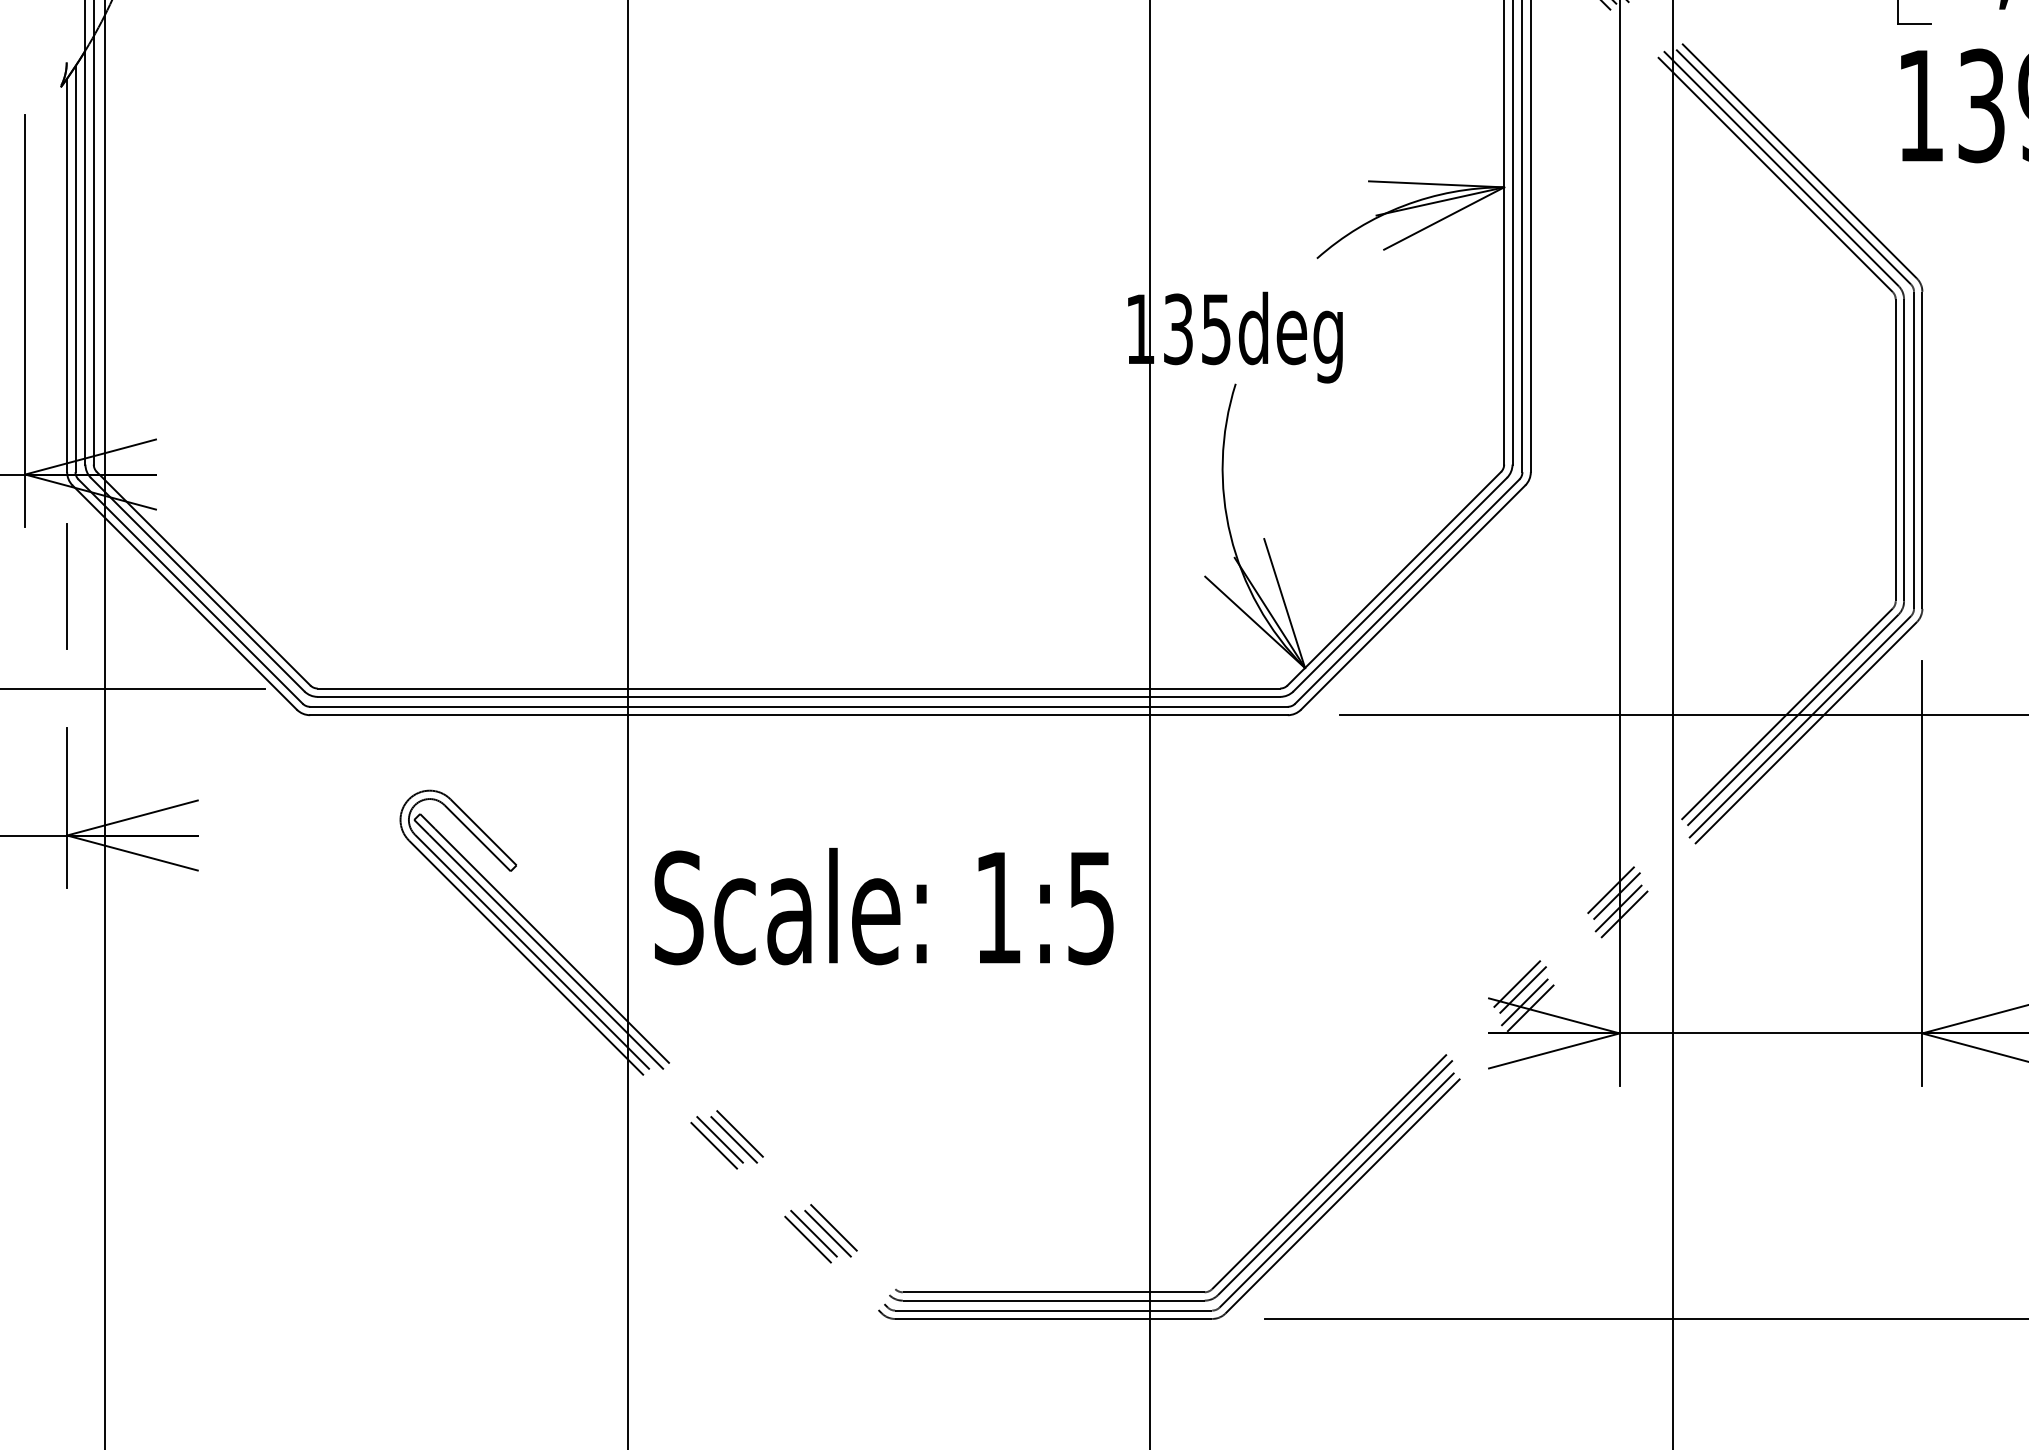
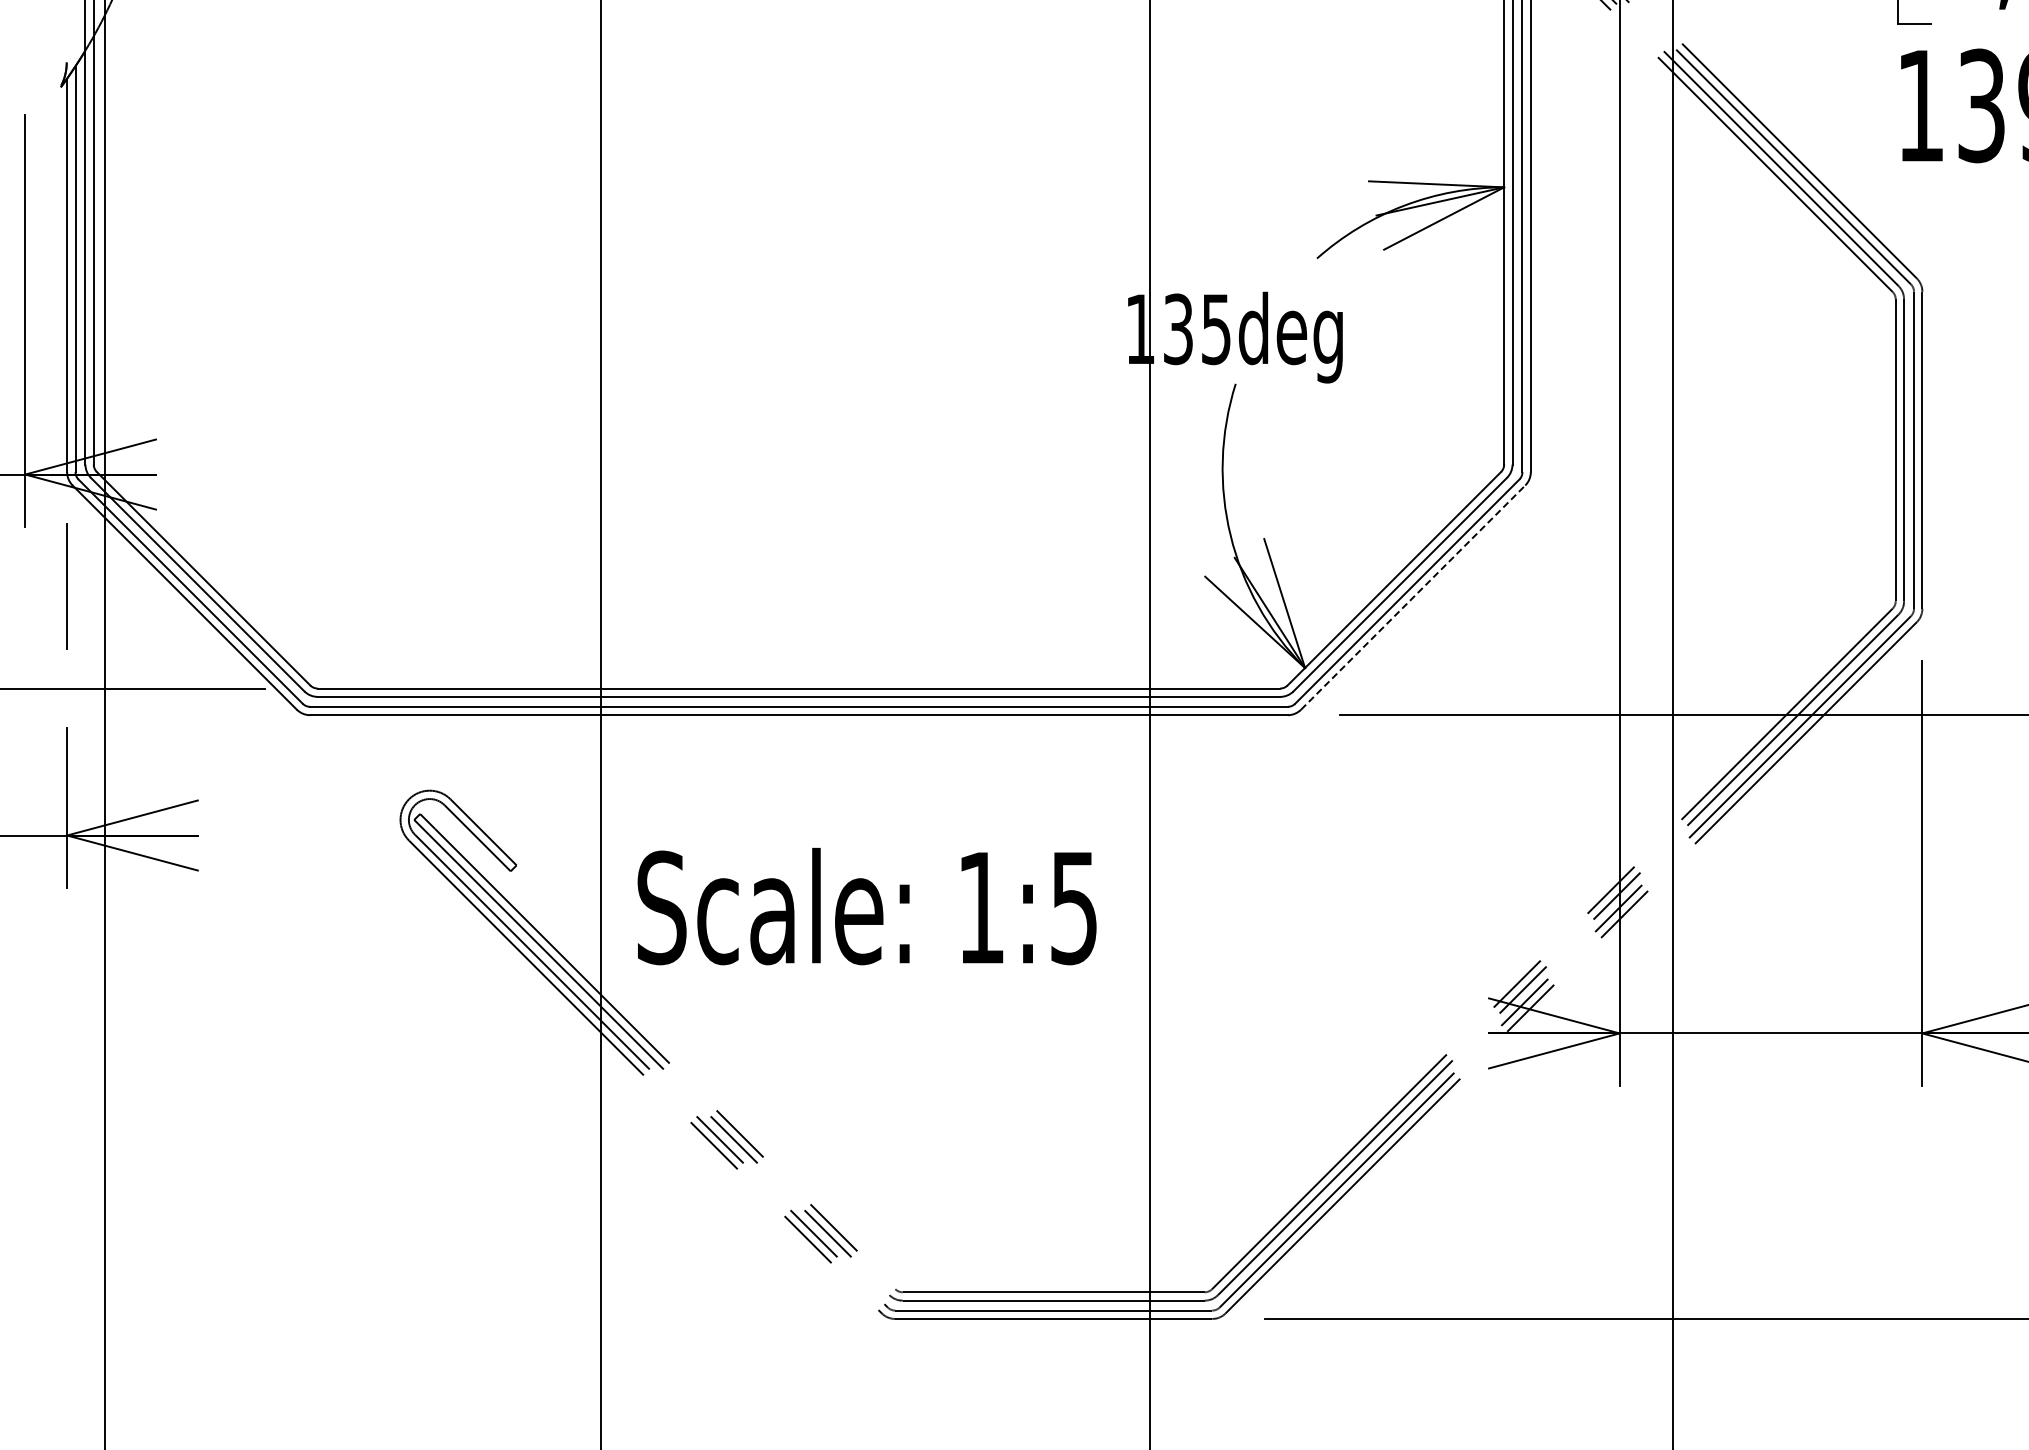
line at (1413, 597): solid -> dashed
line at (627, 724) position: (627, 724) -> (600, 724)
text at (883, 906) position: (883, 906) -> (866, 906)
